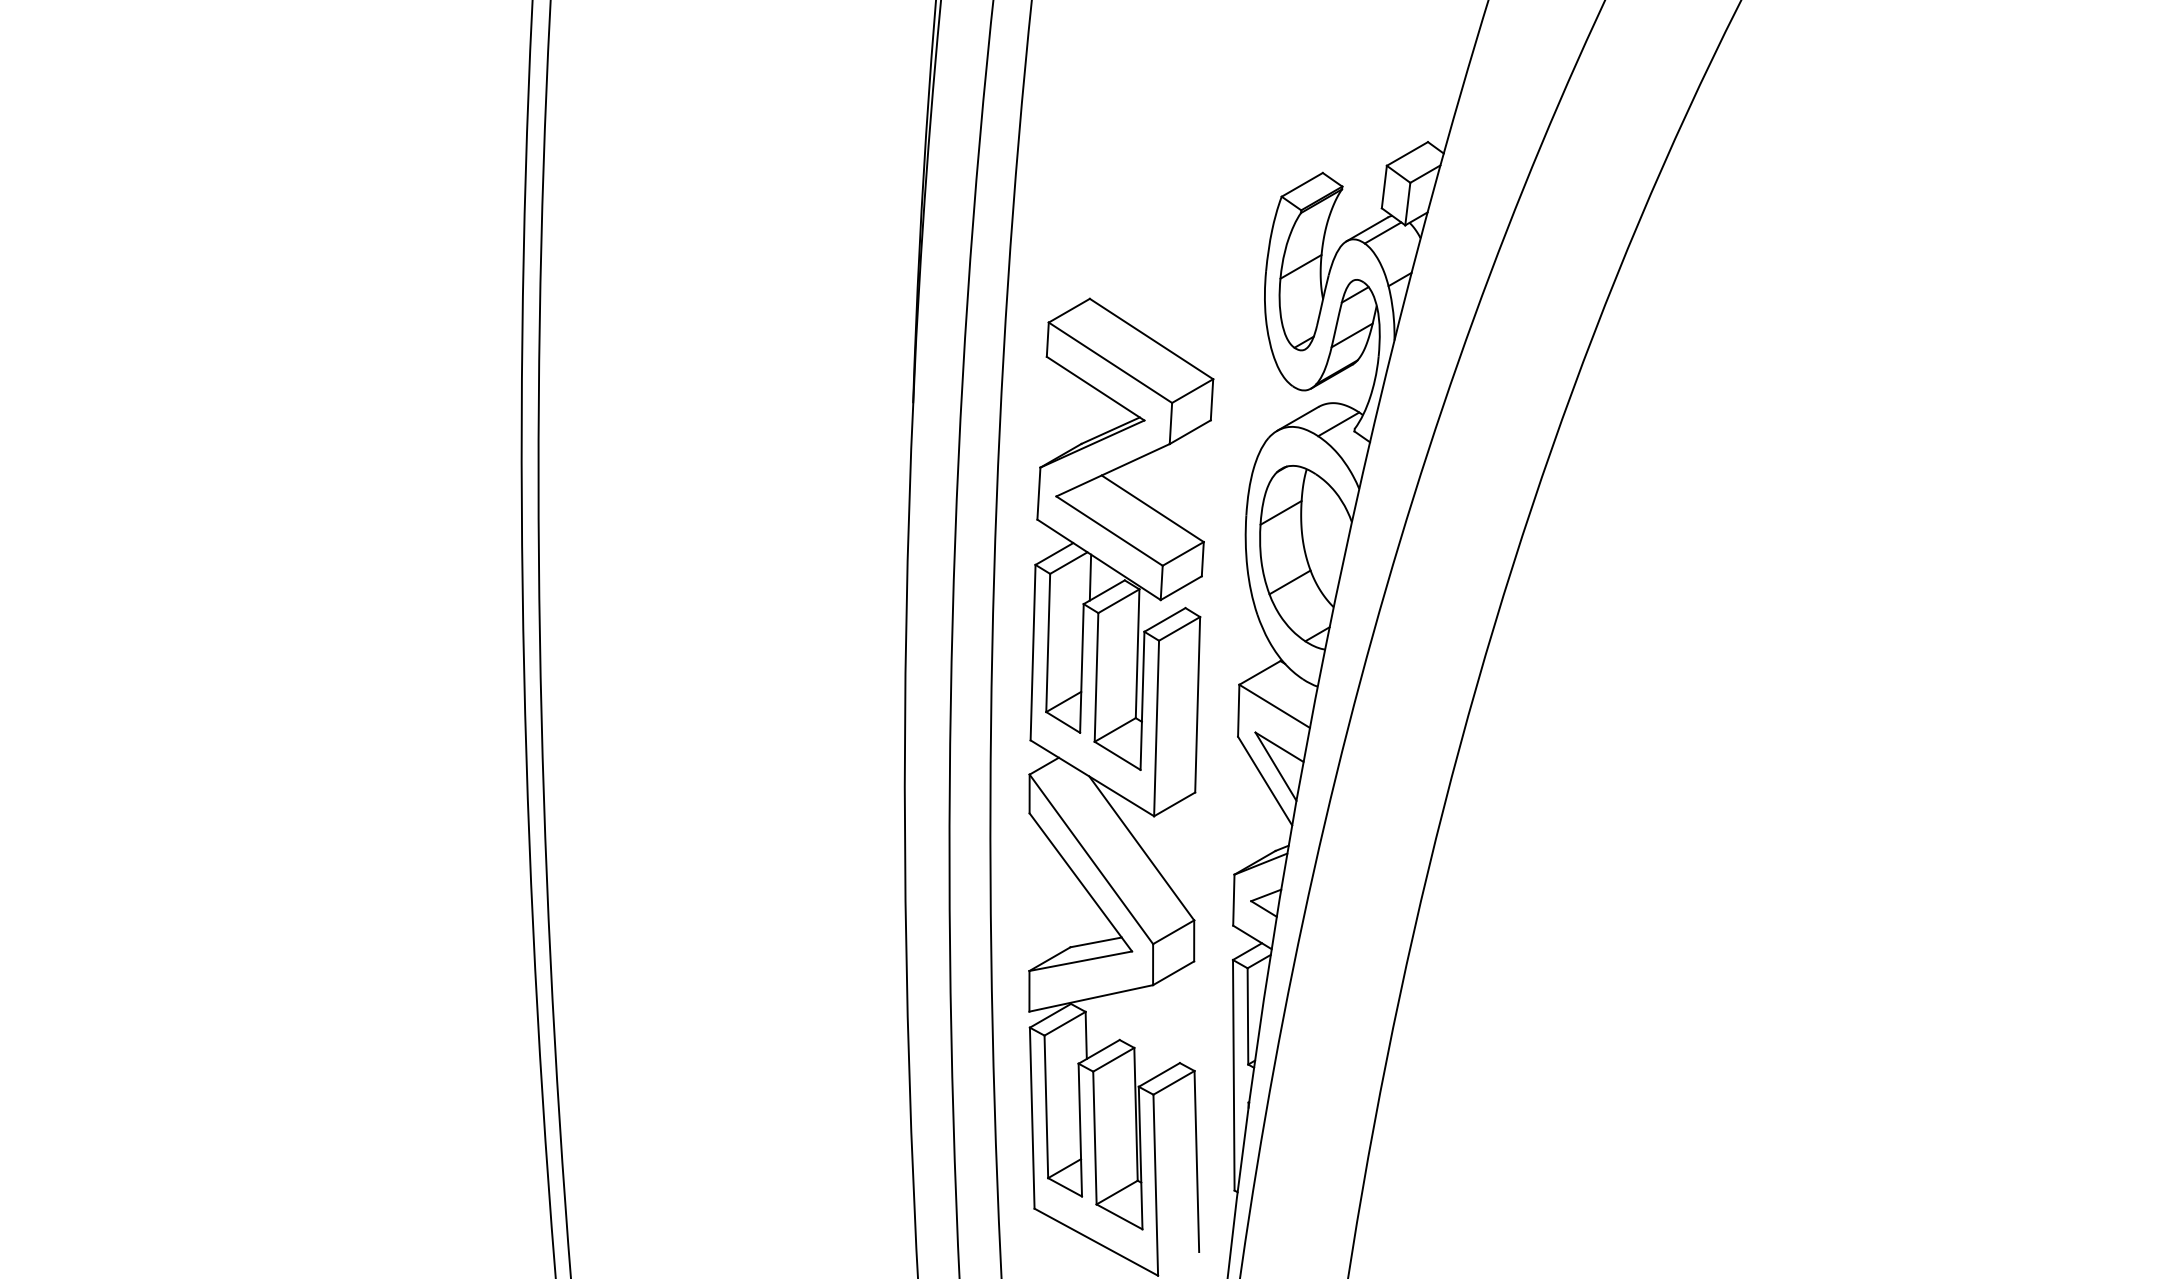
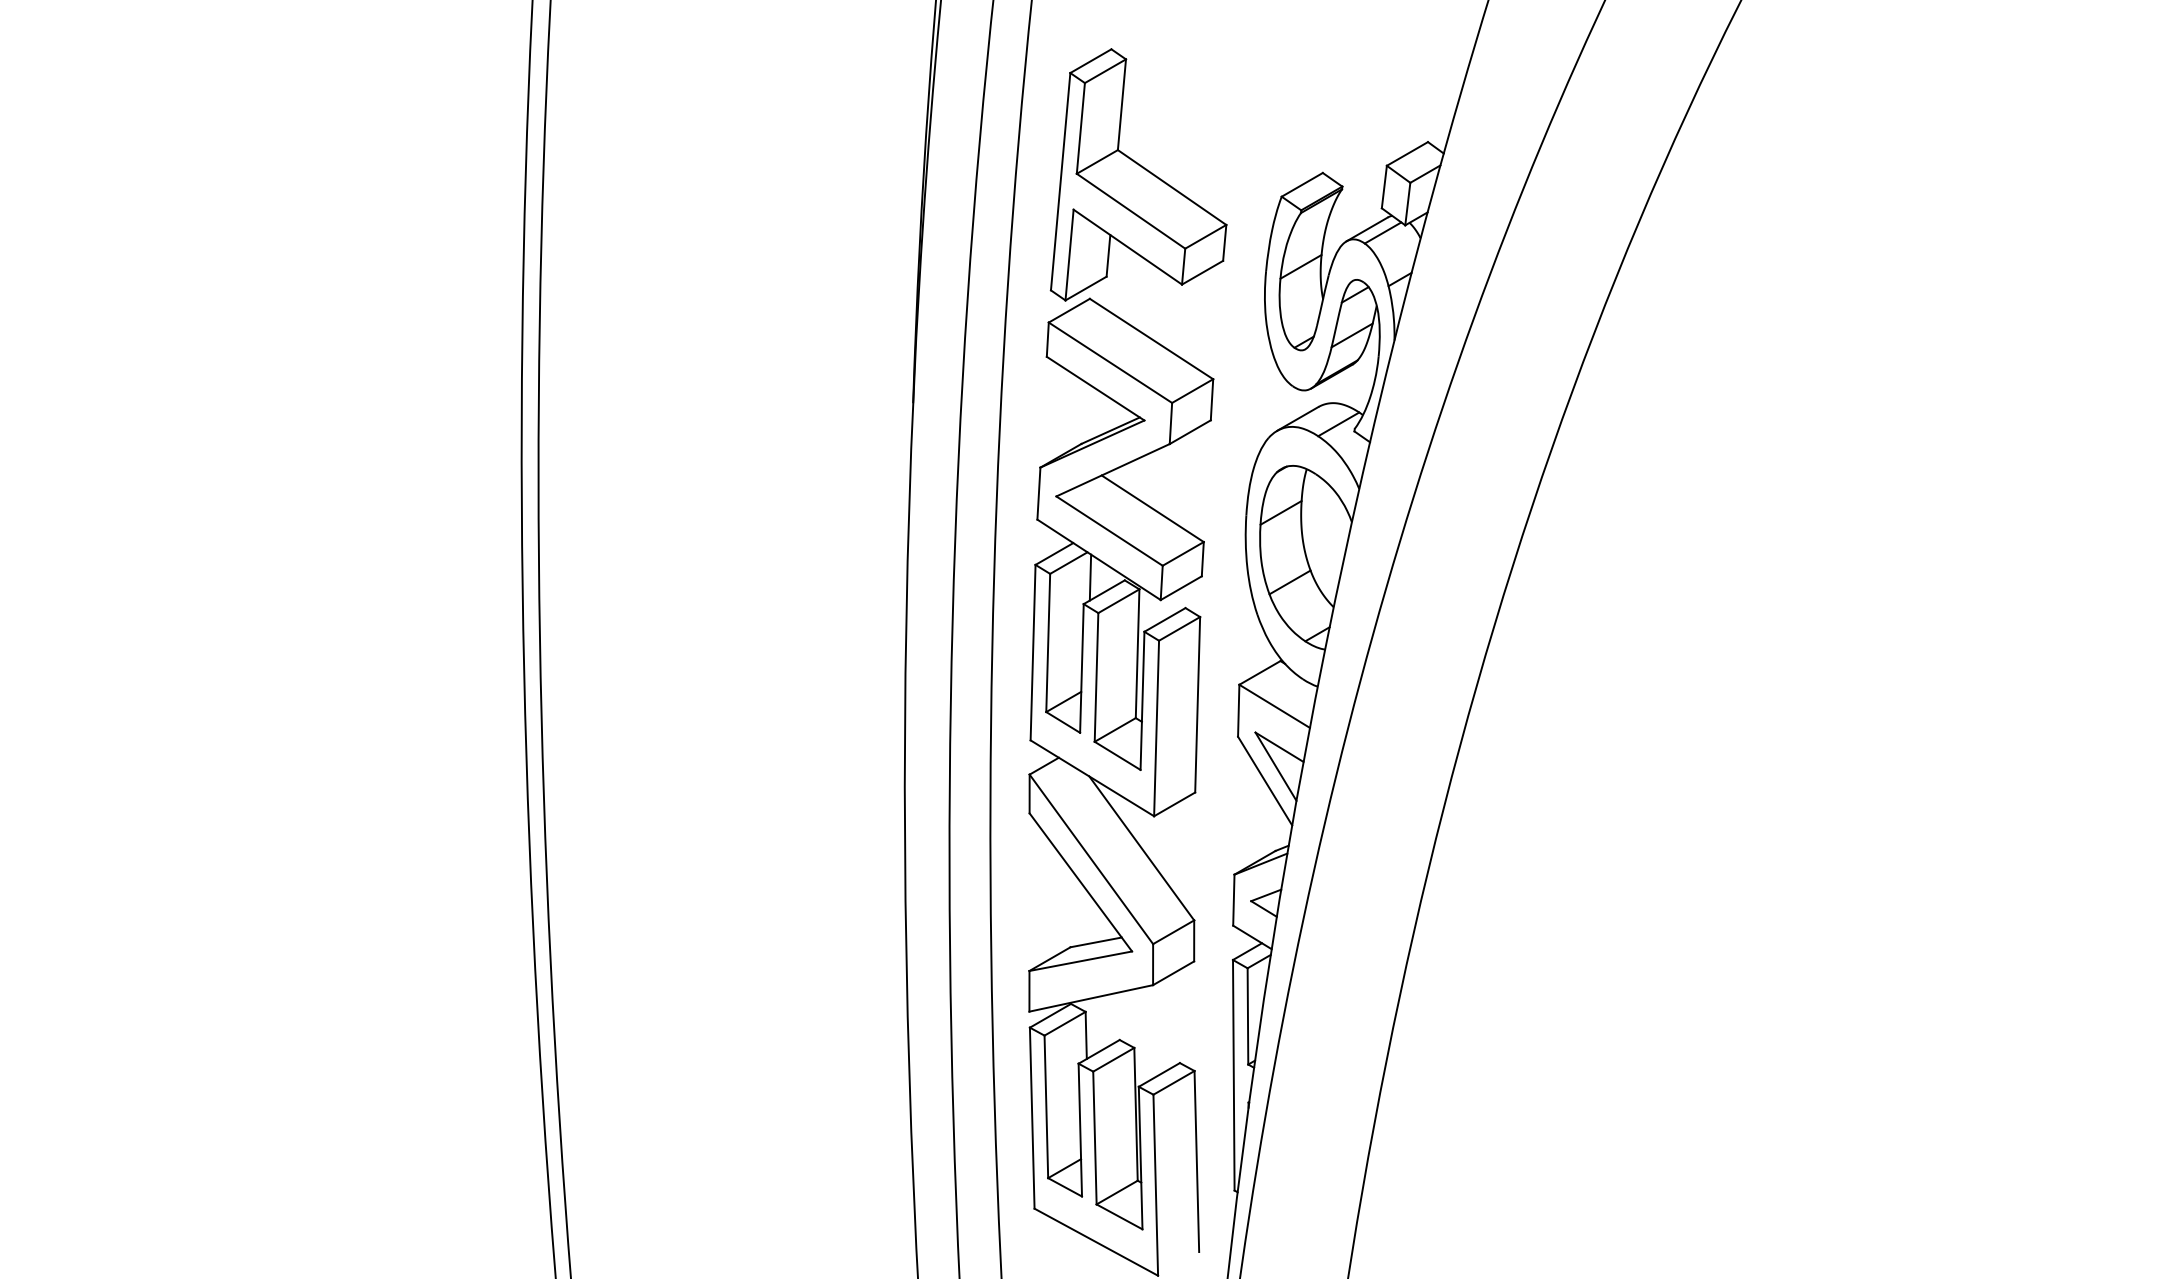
part at (1138, 174): none -> present
